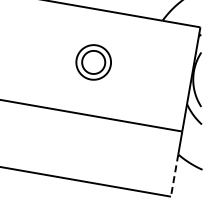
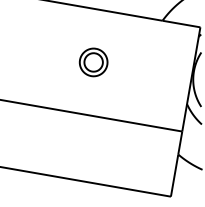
part at (93, 62) size: 37x37 px -> 31x31 px
line at (174, 176): dashed -> solid
